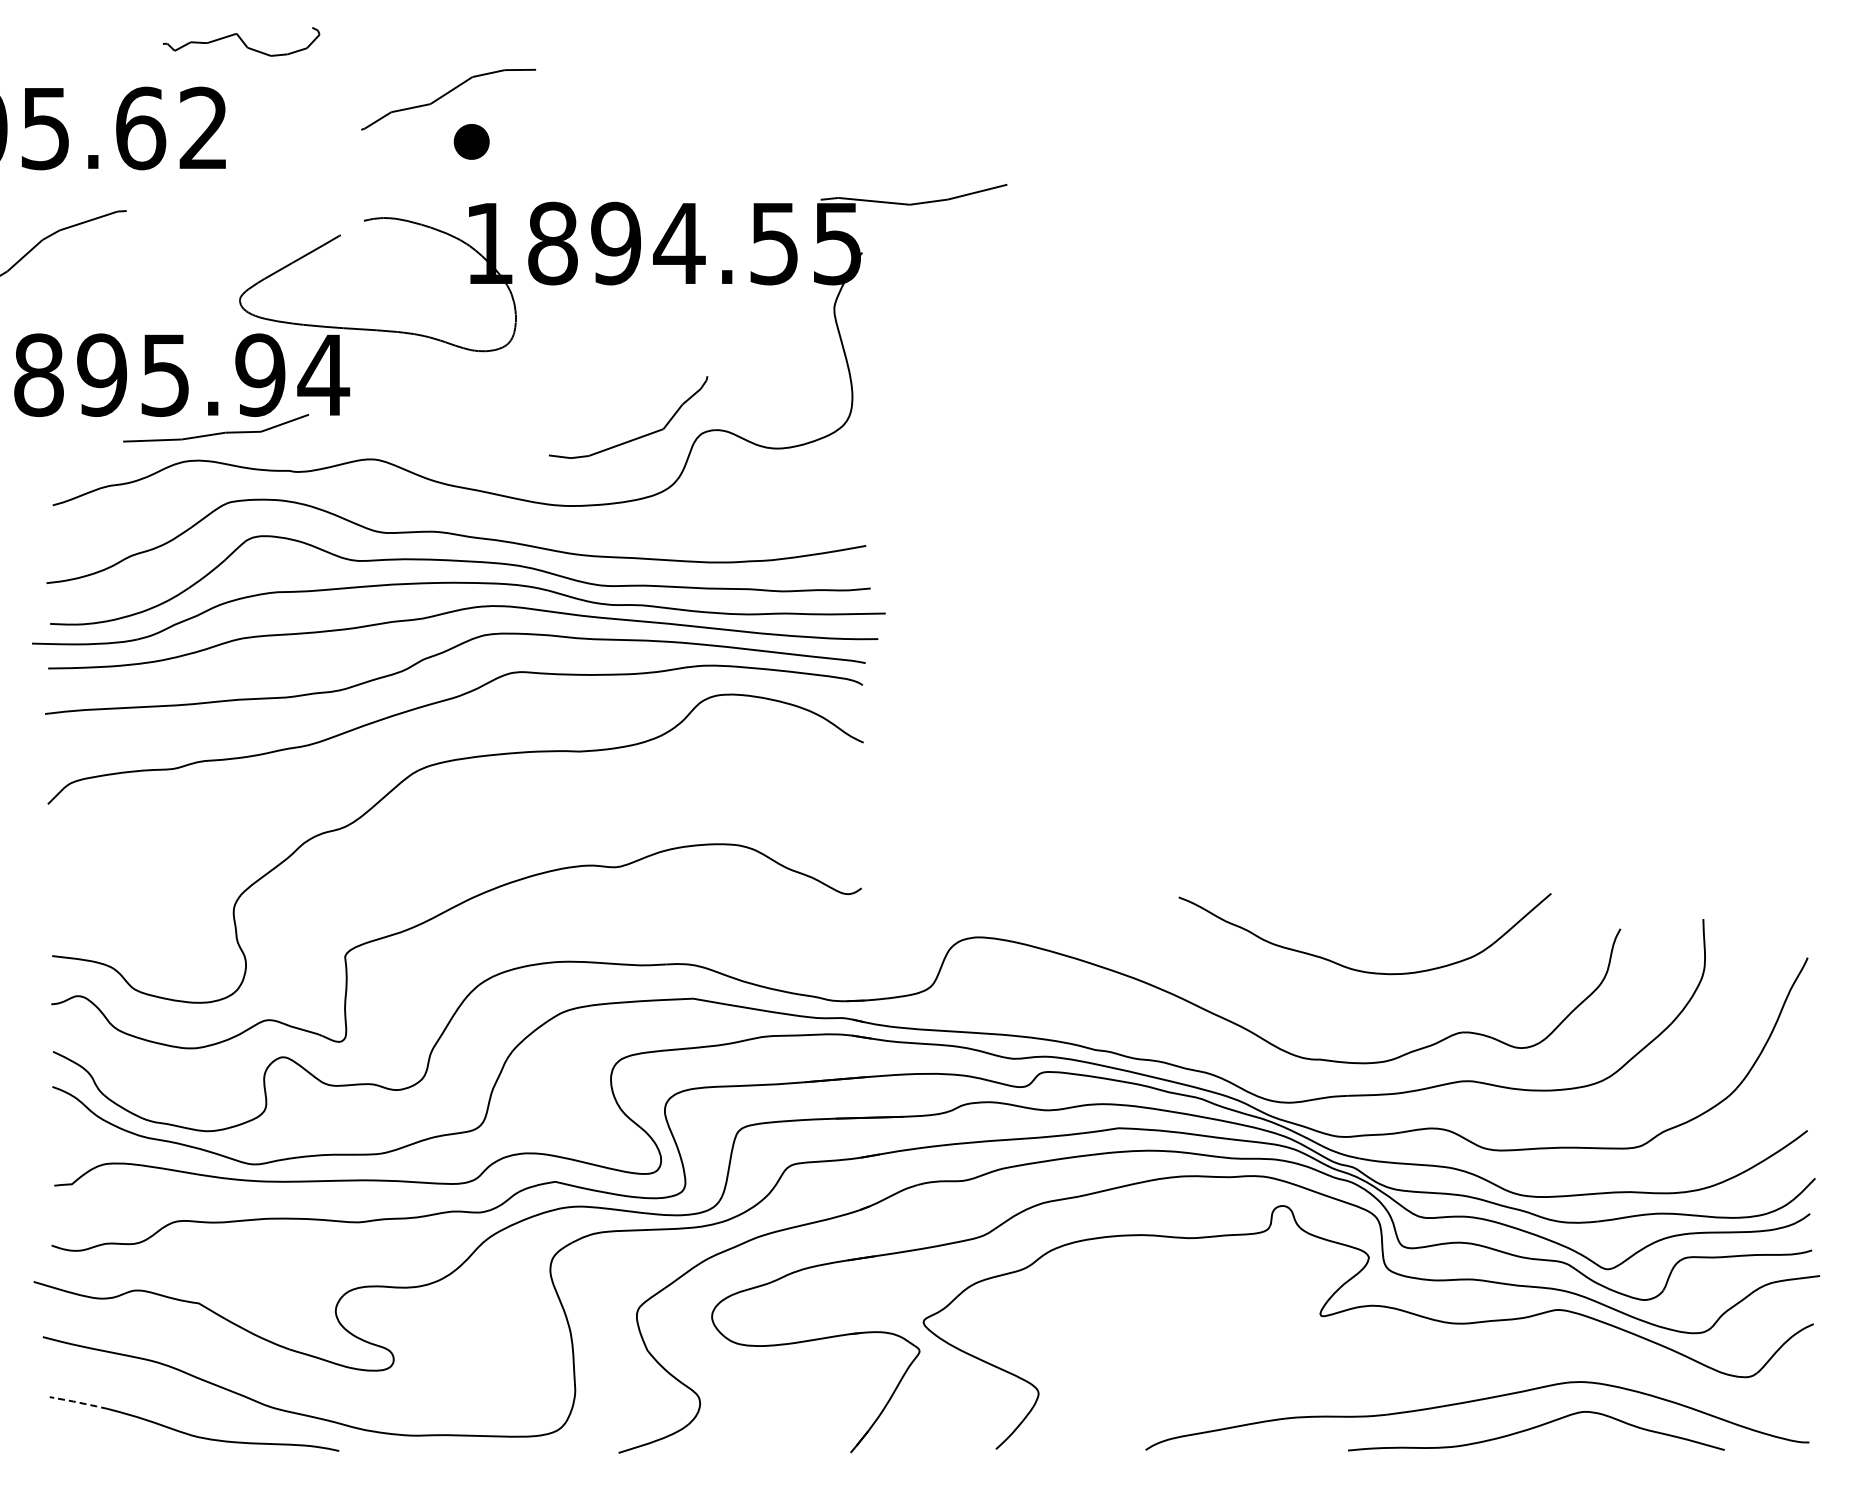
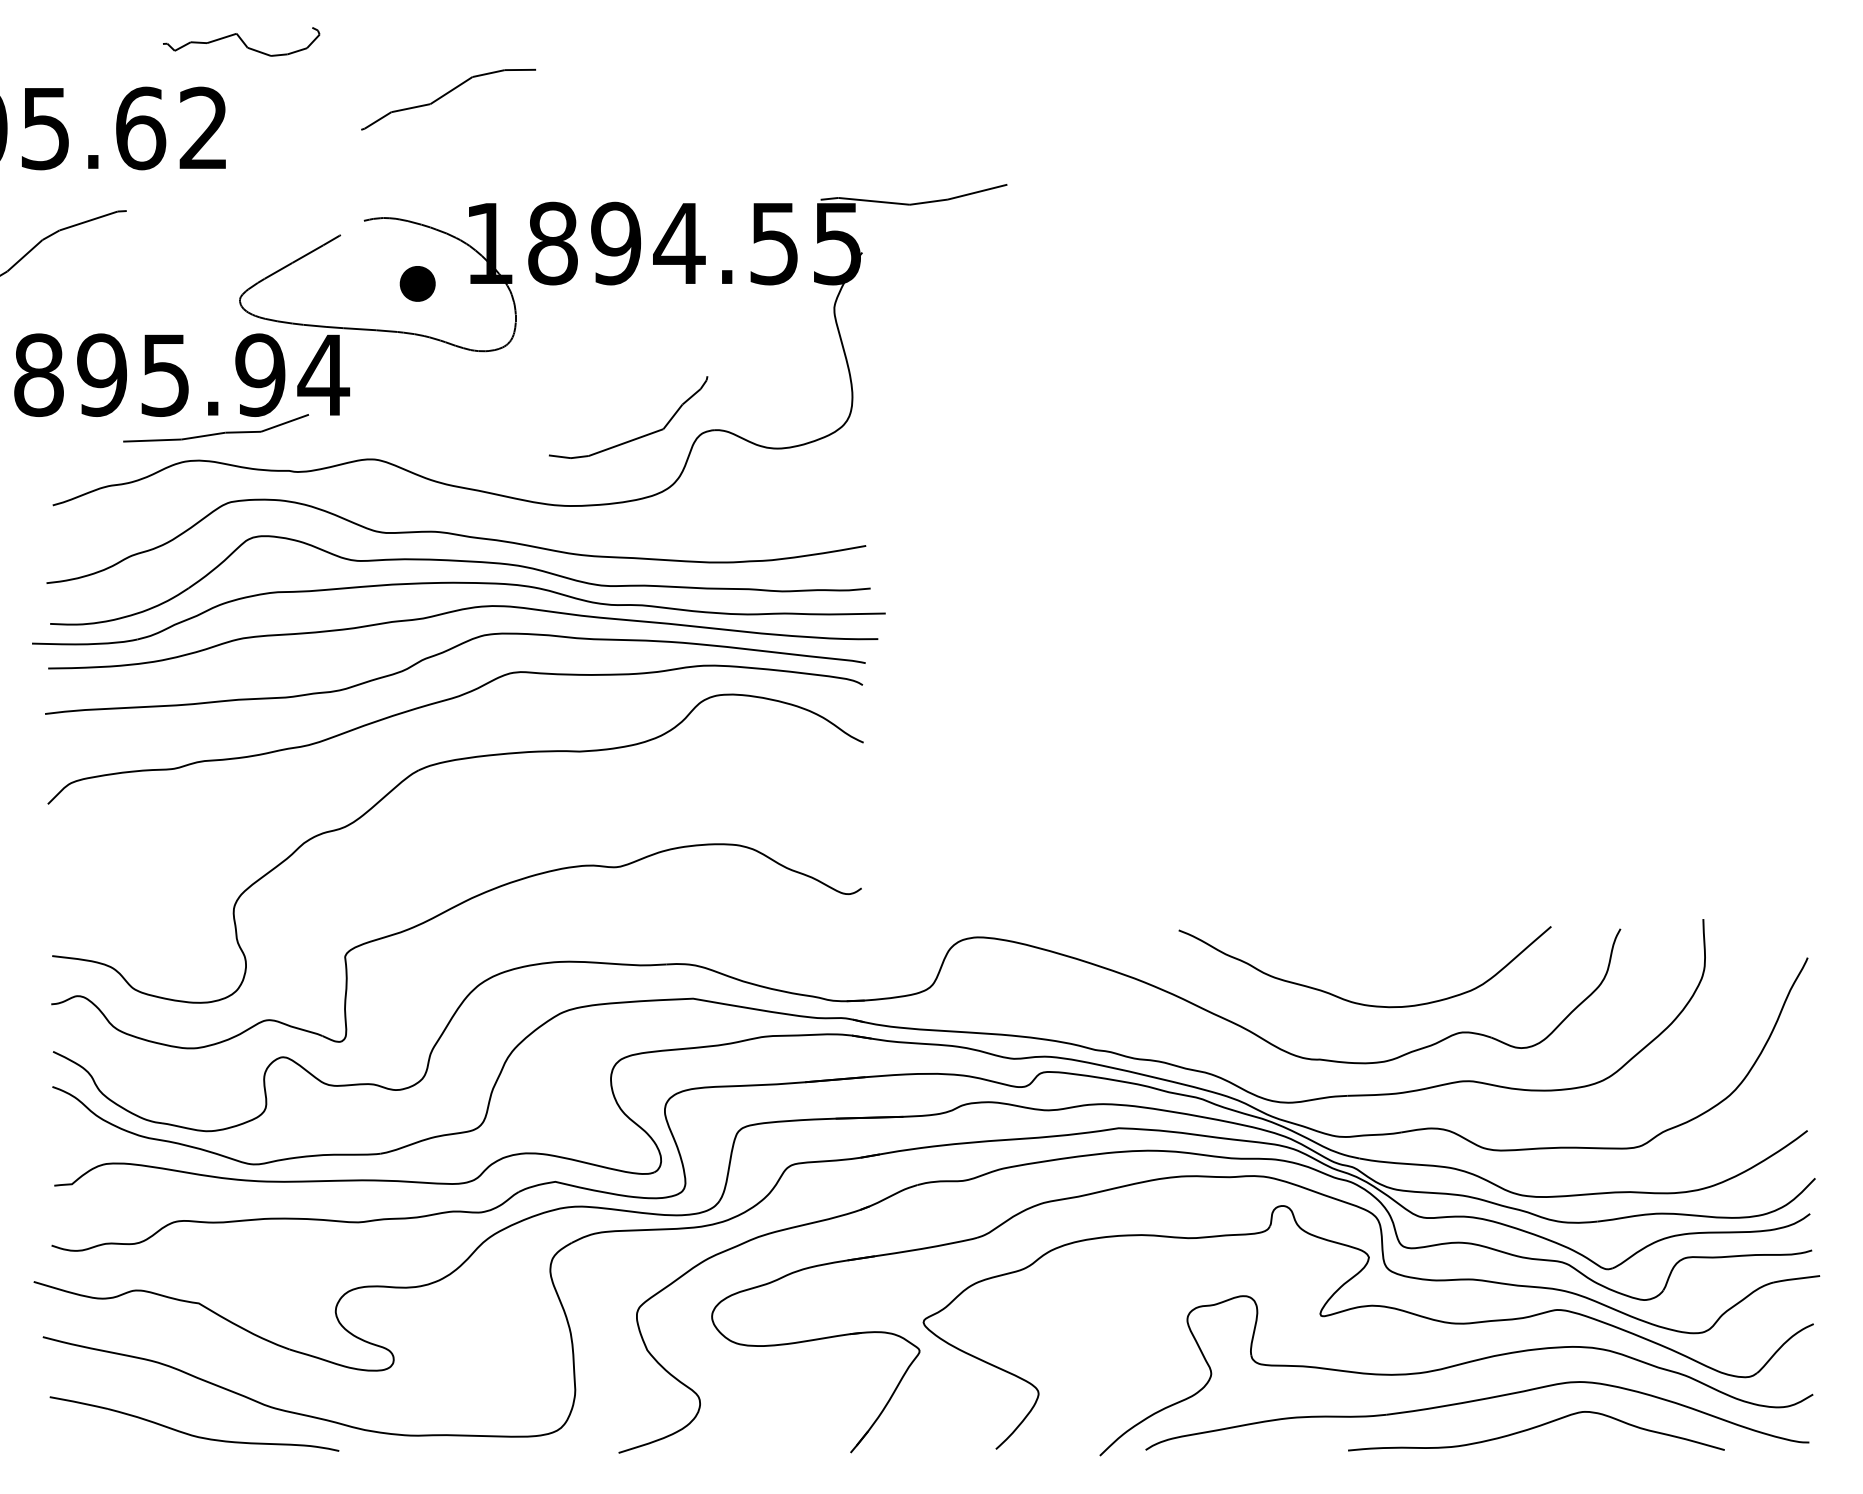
part at (471, 141) position: (471, 141) -> (417, 283)
curve at (1354, 968) position: (1354, 968) -> (1354, 1001)
part at (1452, 1367): none -> present
line at (78, 1402): dashed -> solid
